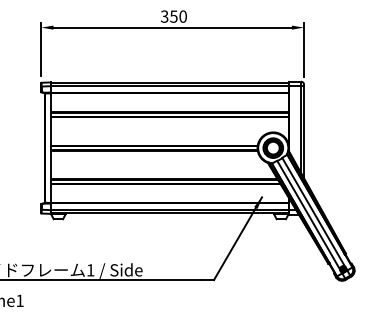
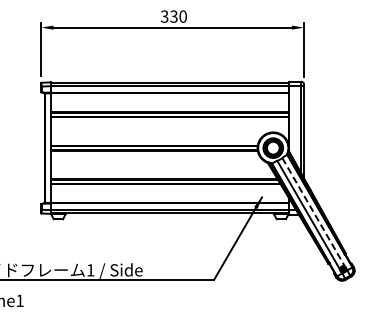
text at (173, 15): 350 -> 330
line at (313, 212): solid -> dashed
